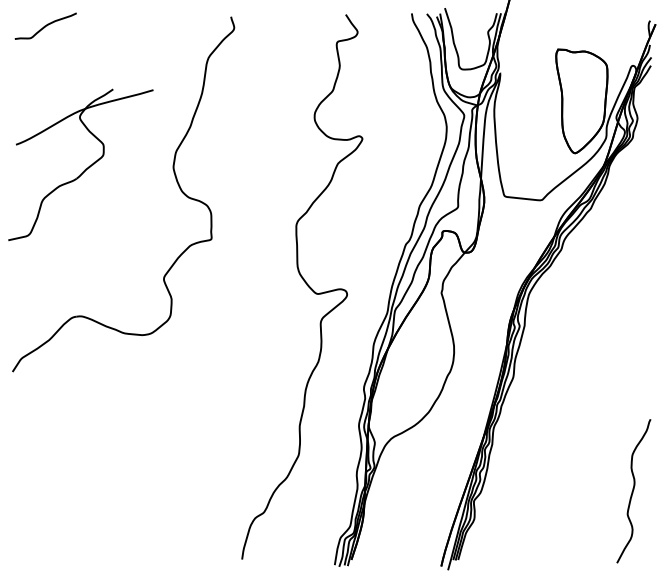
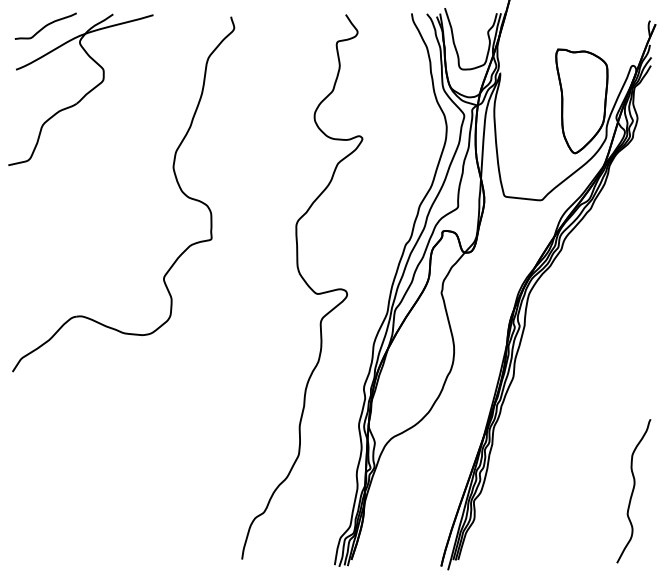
part at (85, 168) position: (85, 168) -> (85, 93)
